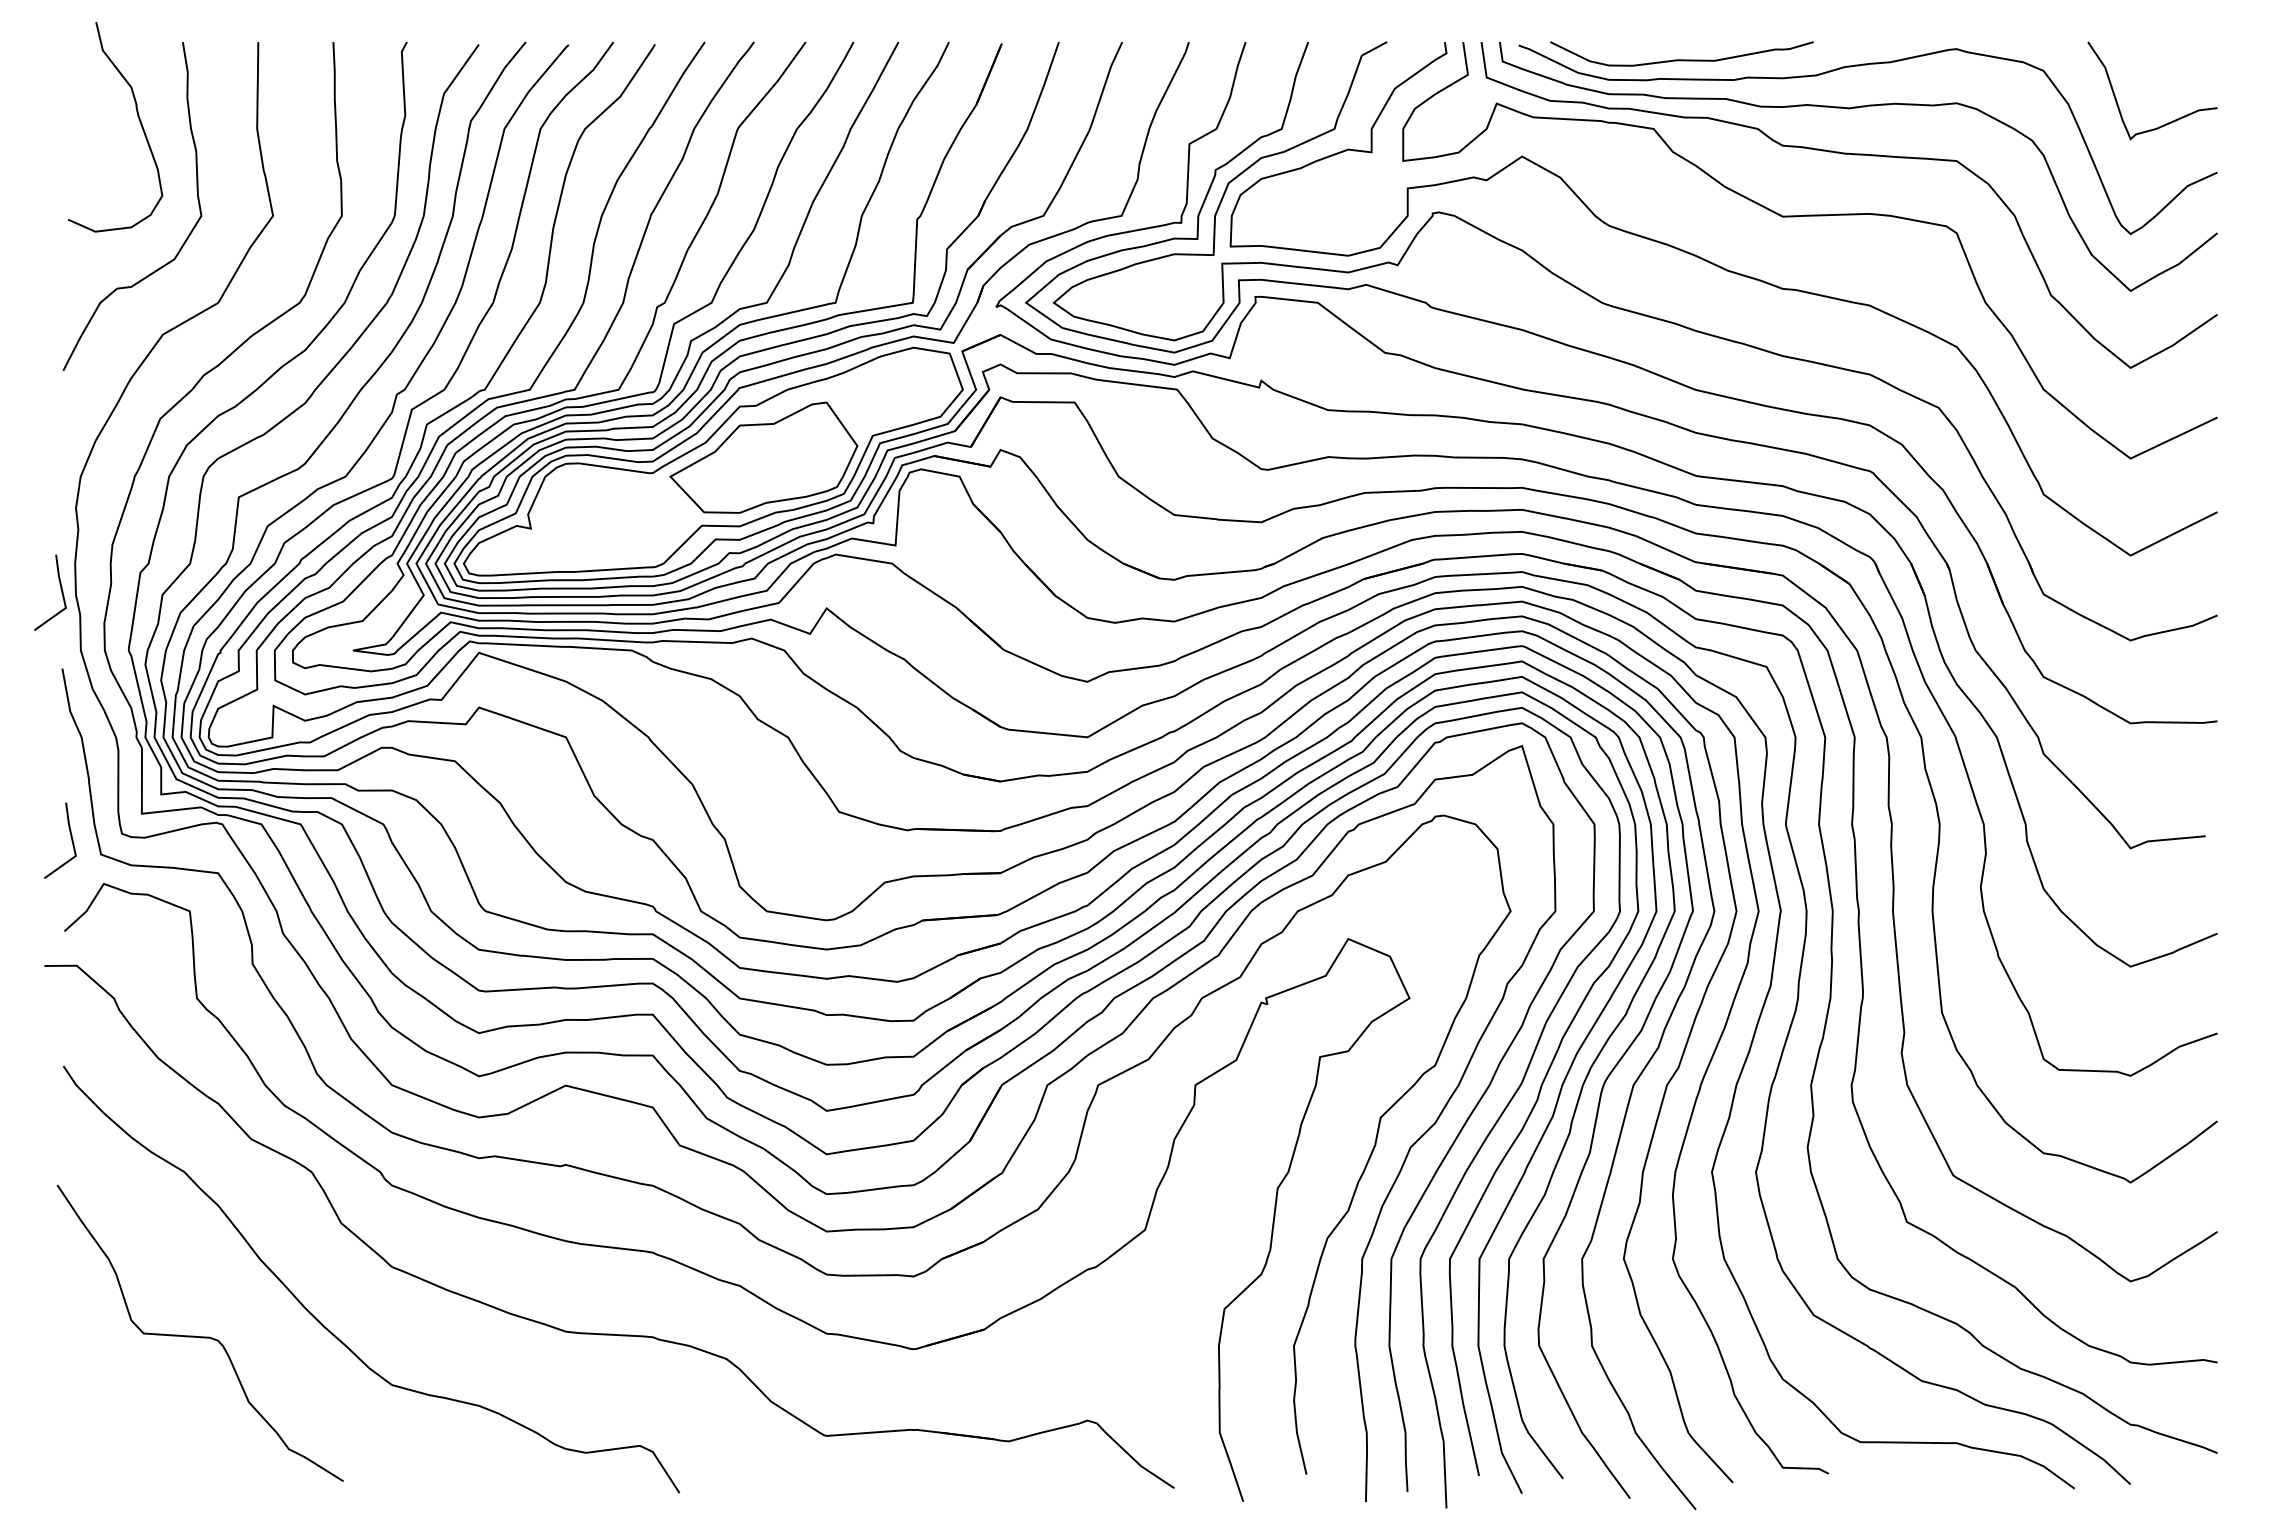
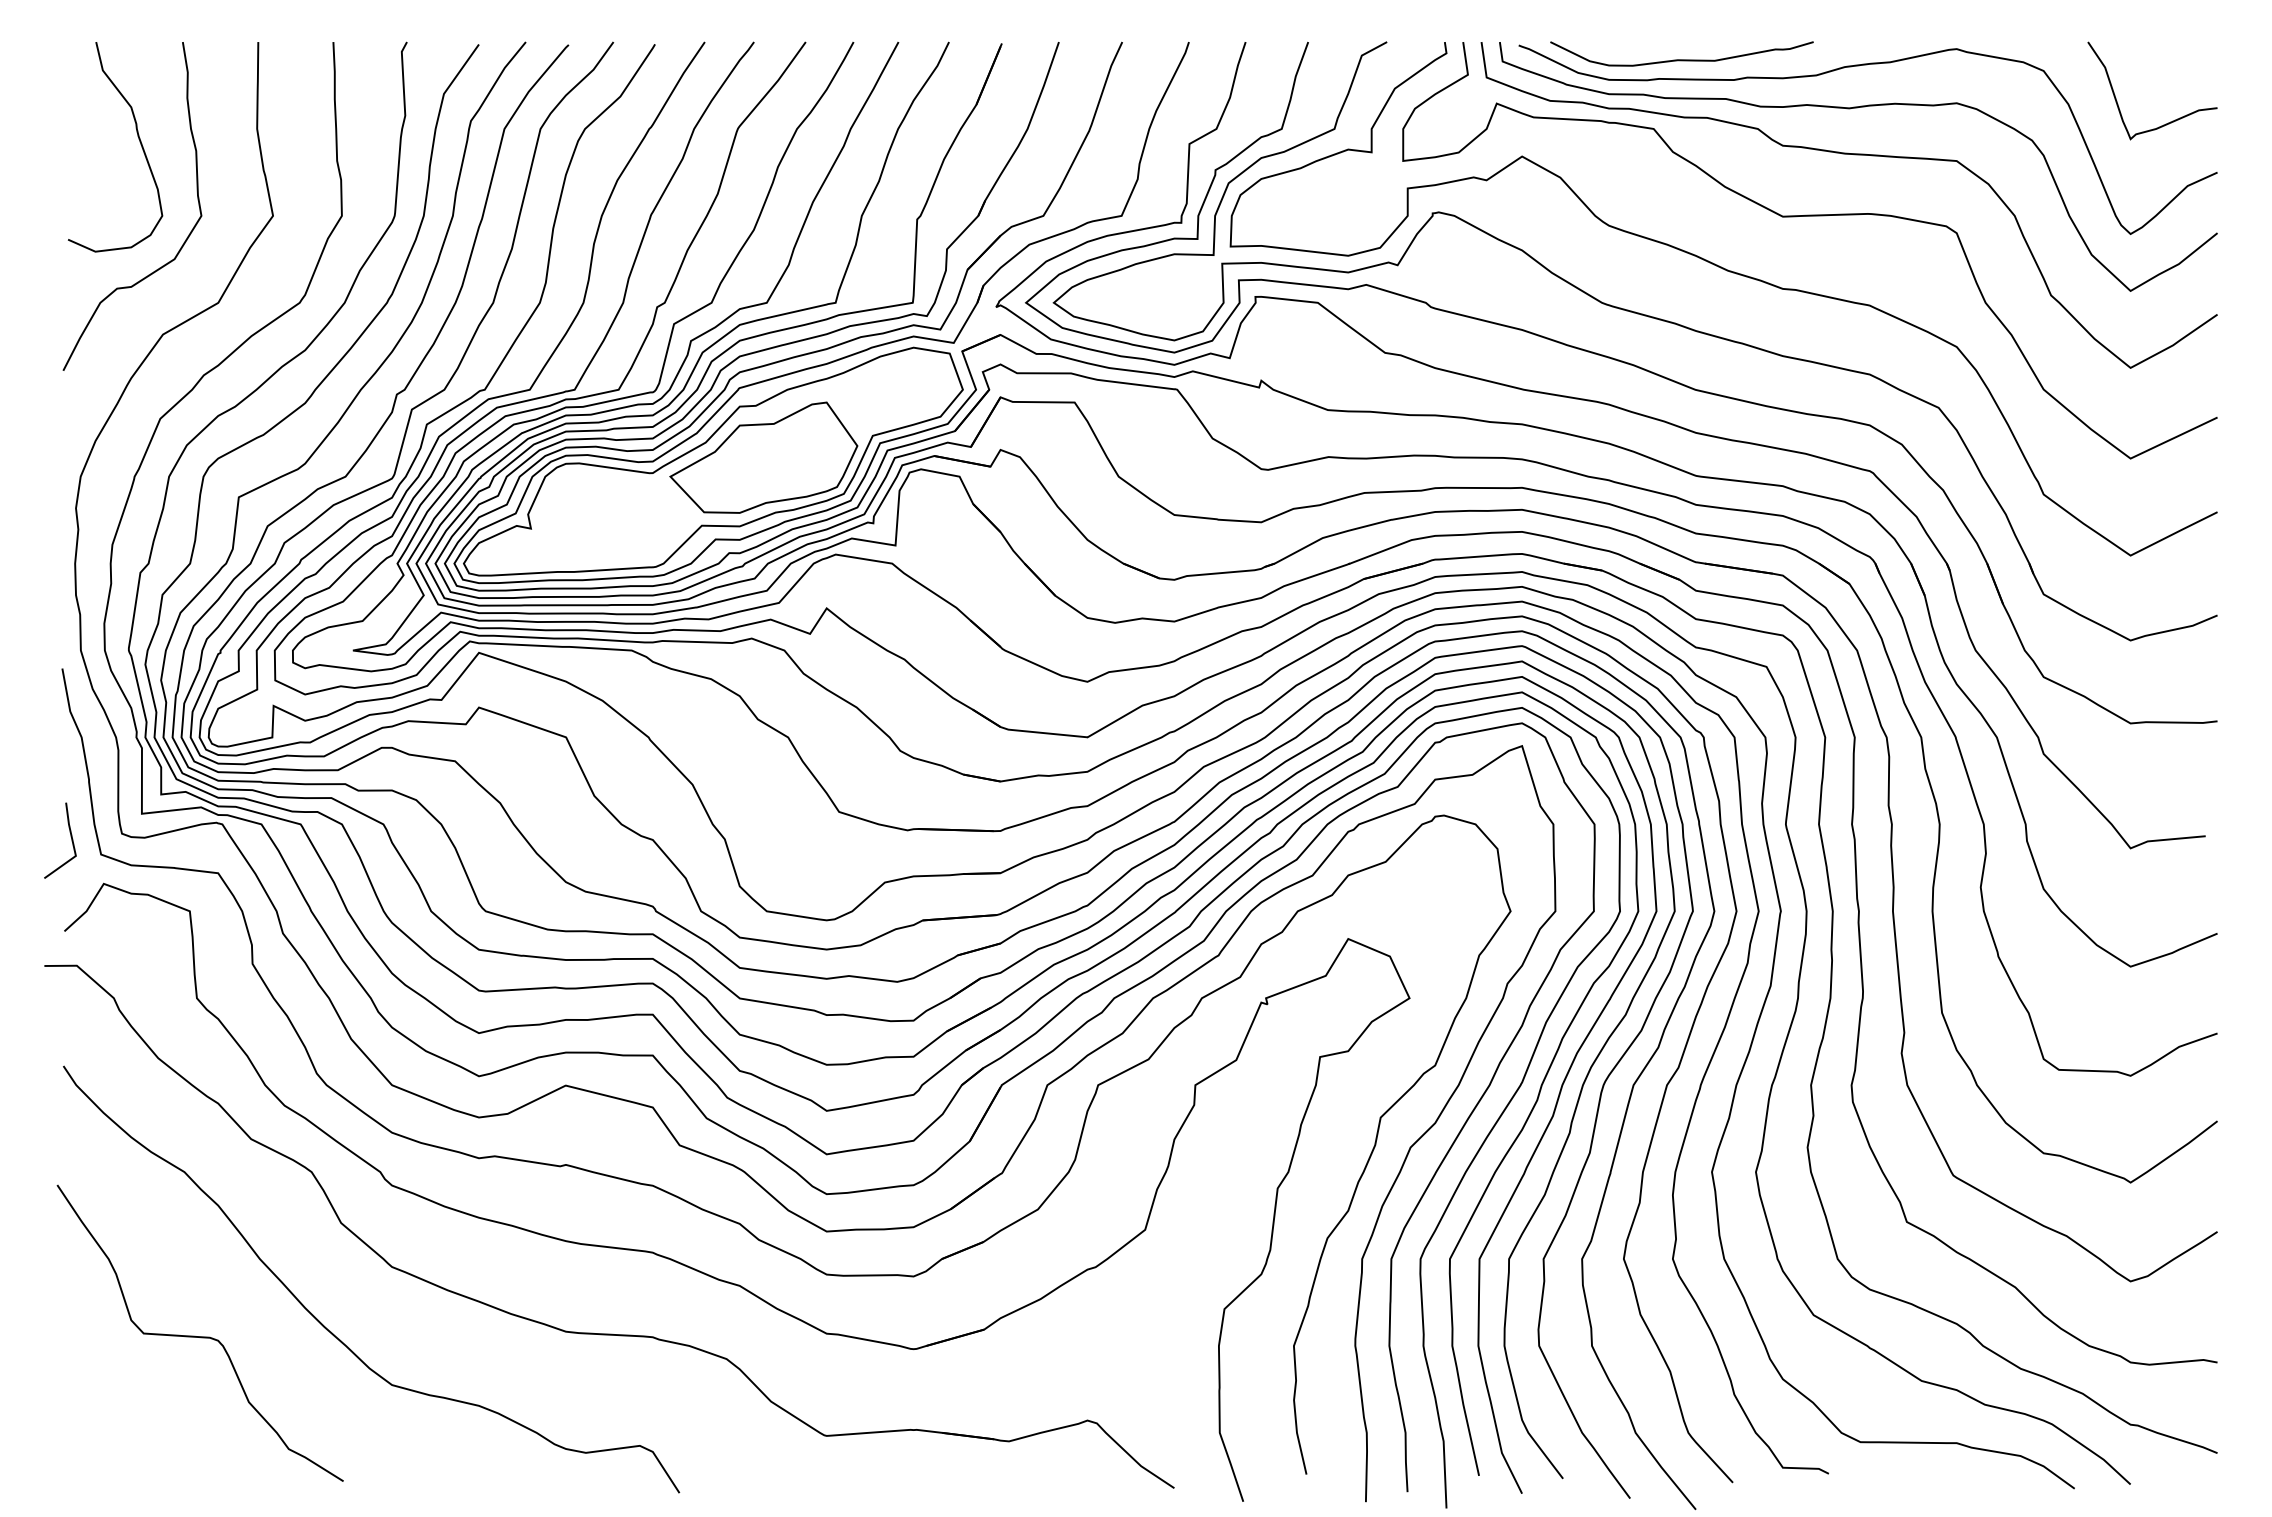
curve at (138, 119) position: (138, 119) -> (138, 139)
line at (60, 588): present -> none
